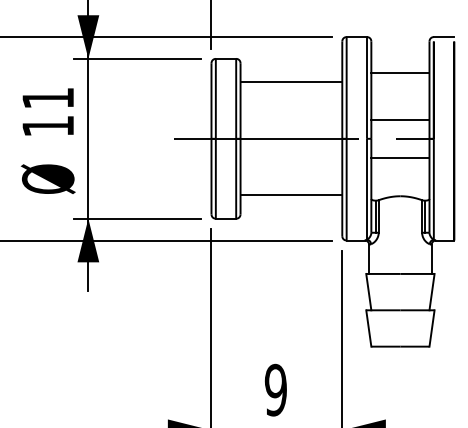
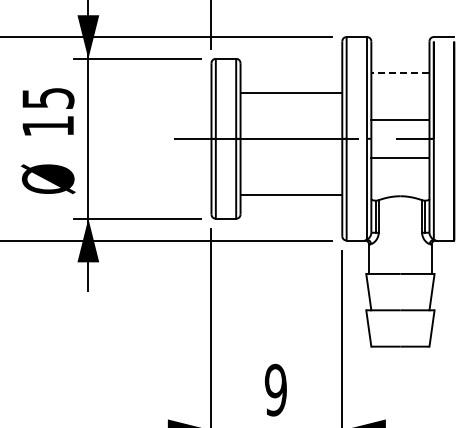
line at (399, 73): solid -> dashed
line at (291, 82) position: (291, 82) -> (291, 93)
text at (48, 98): 11 -> 15
